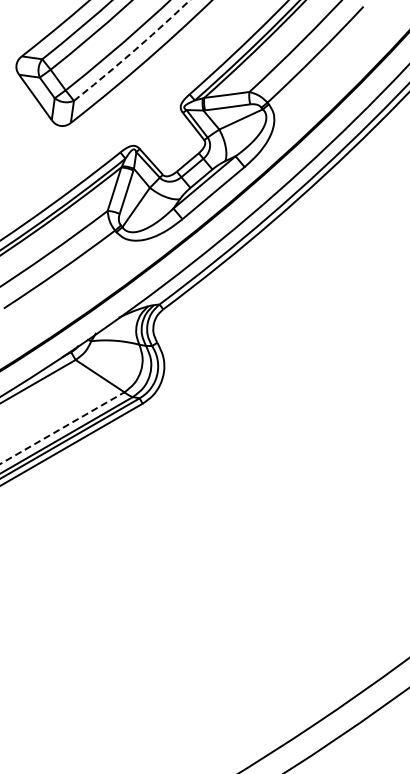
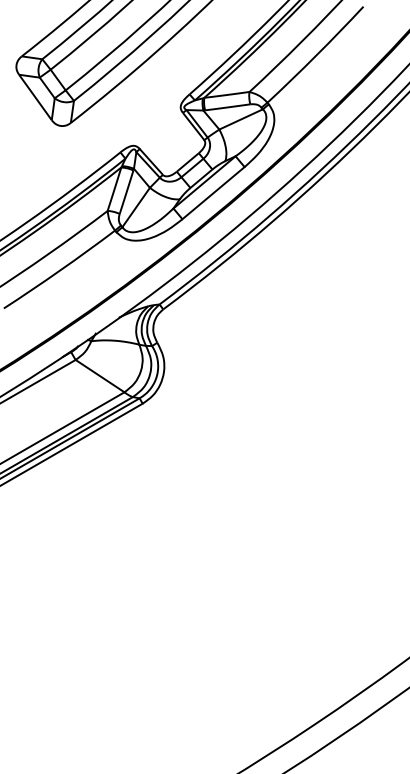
arc at (133, 51): dashed -> solid
line at (62, 428): dashed -> solid
